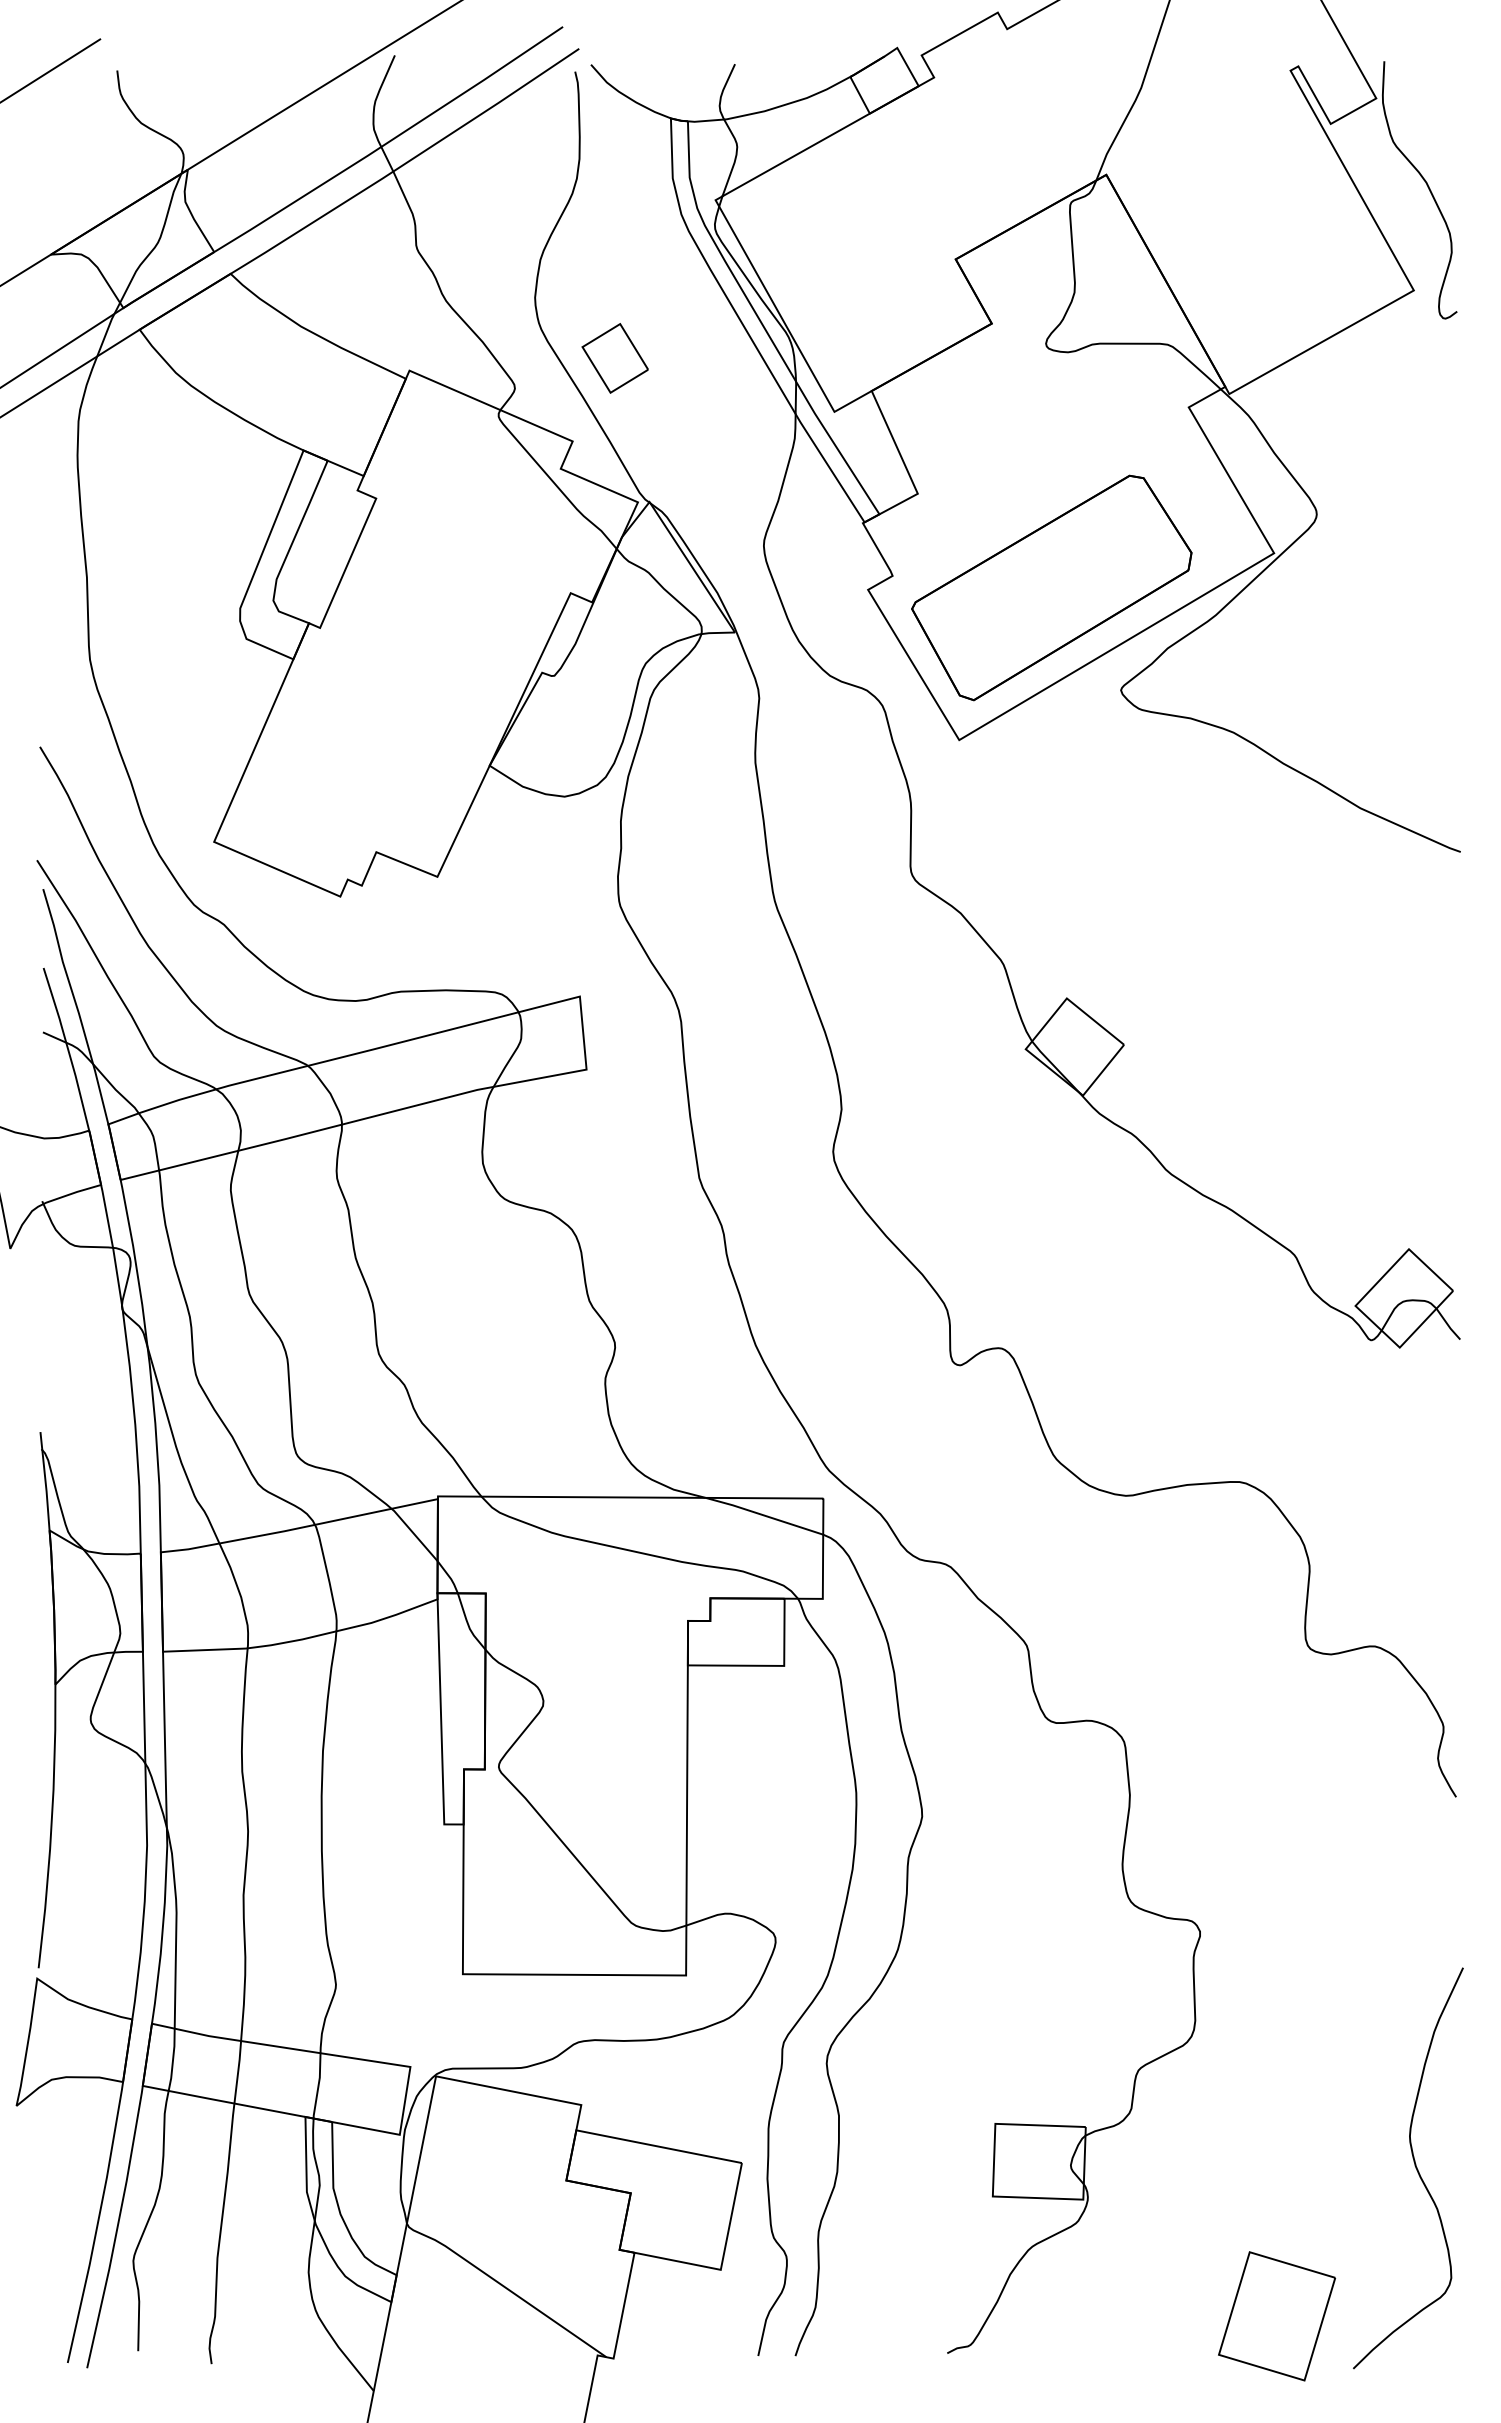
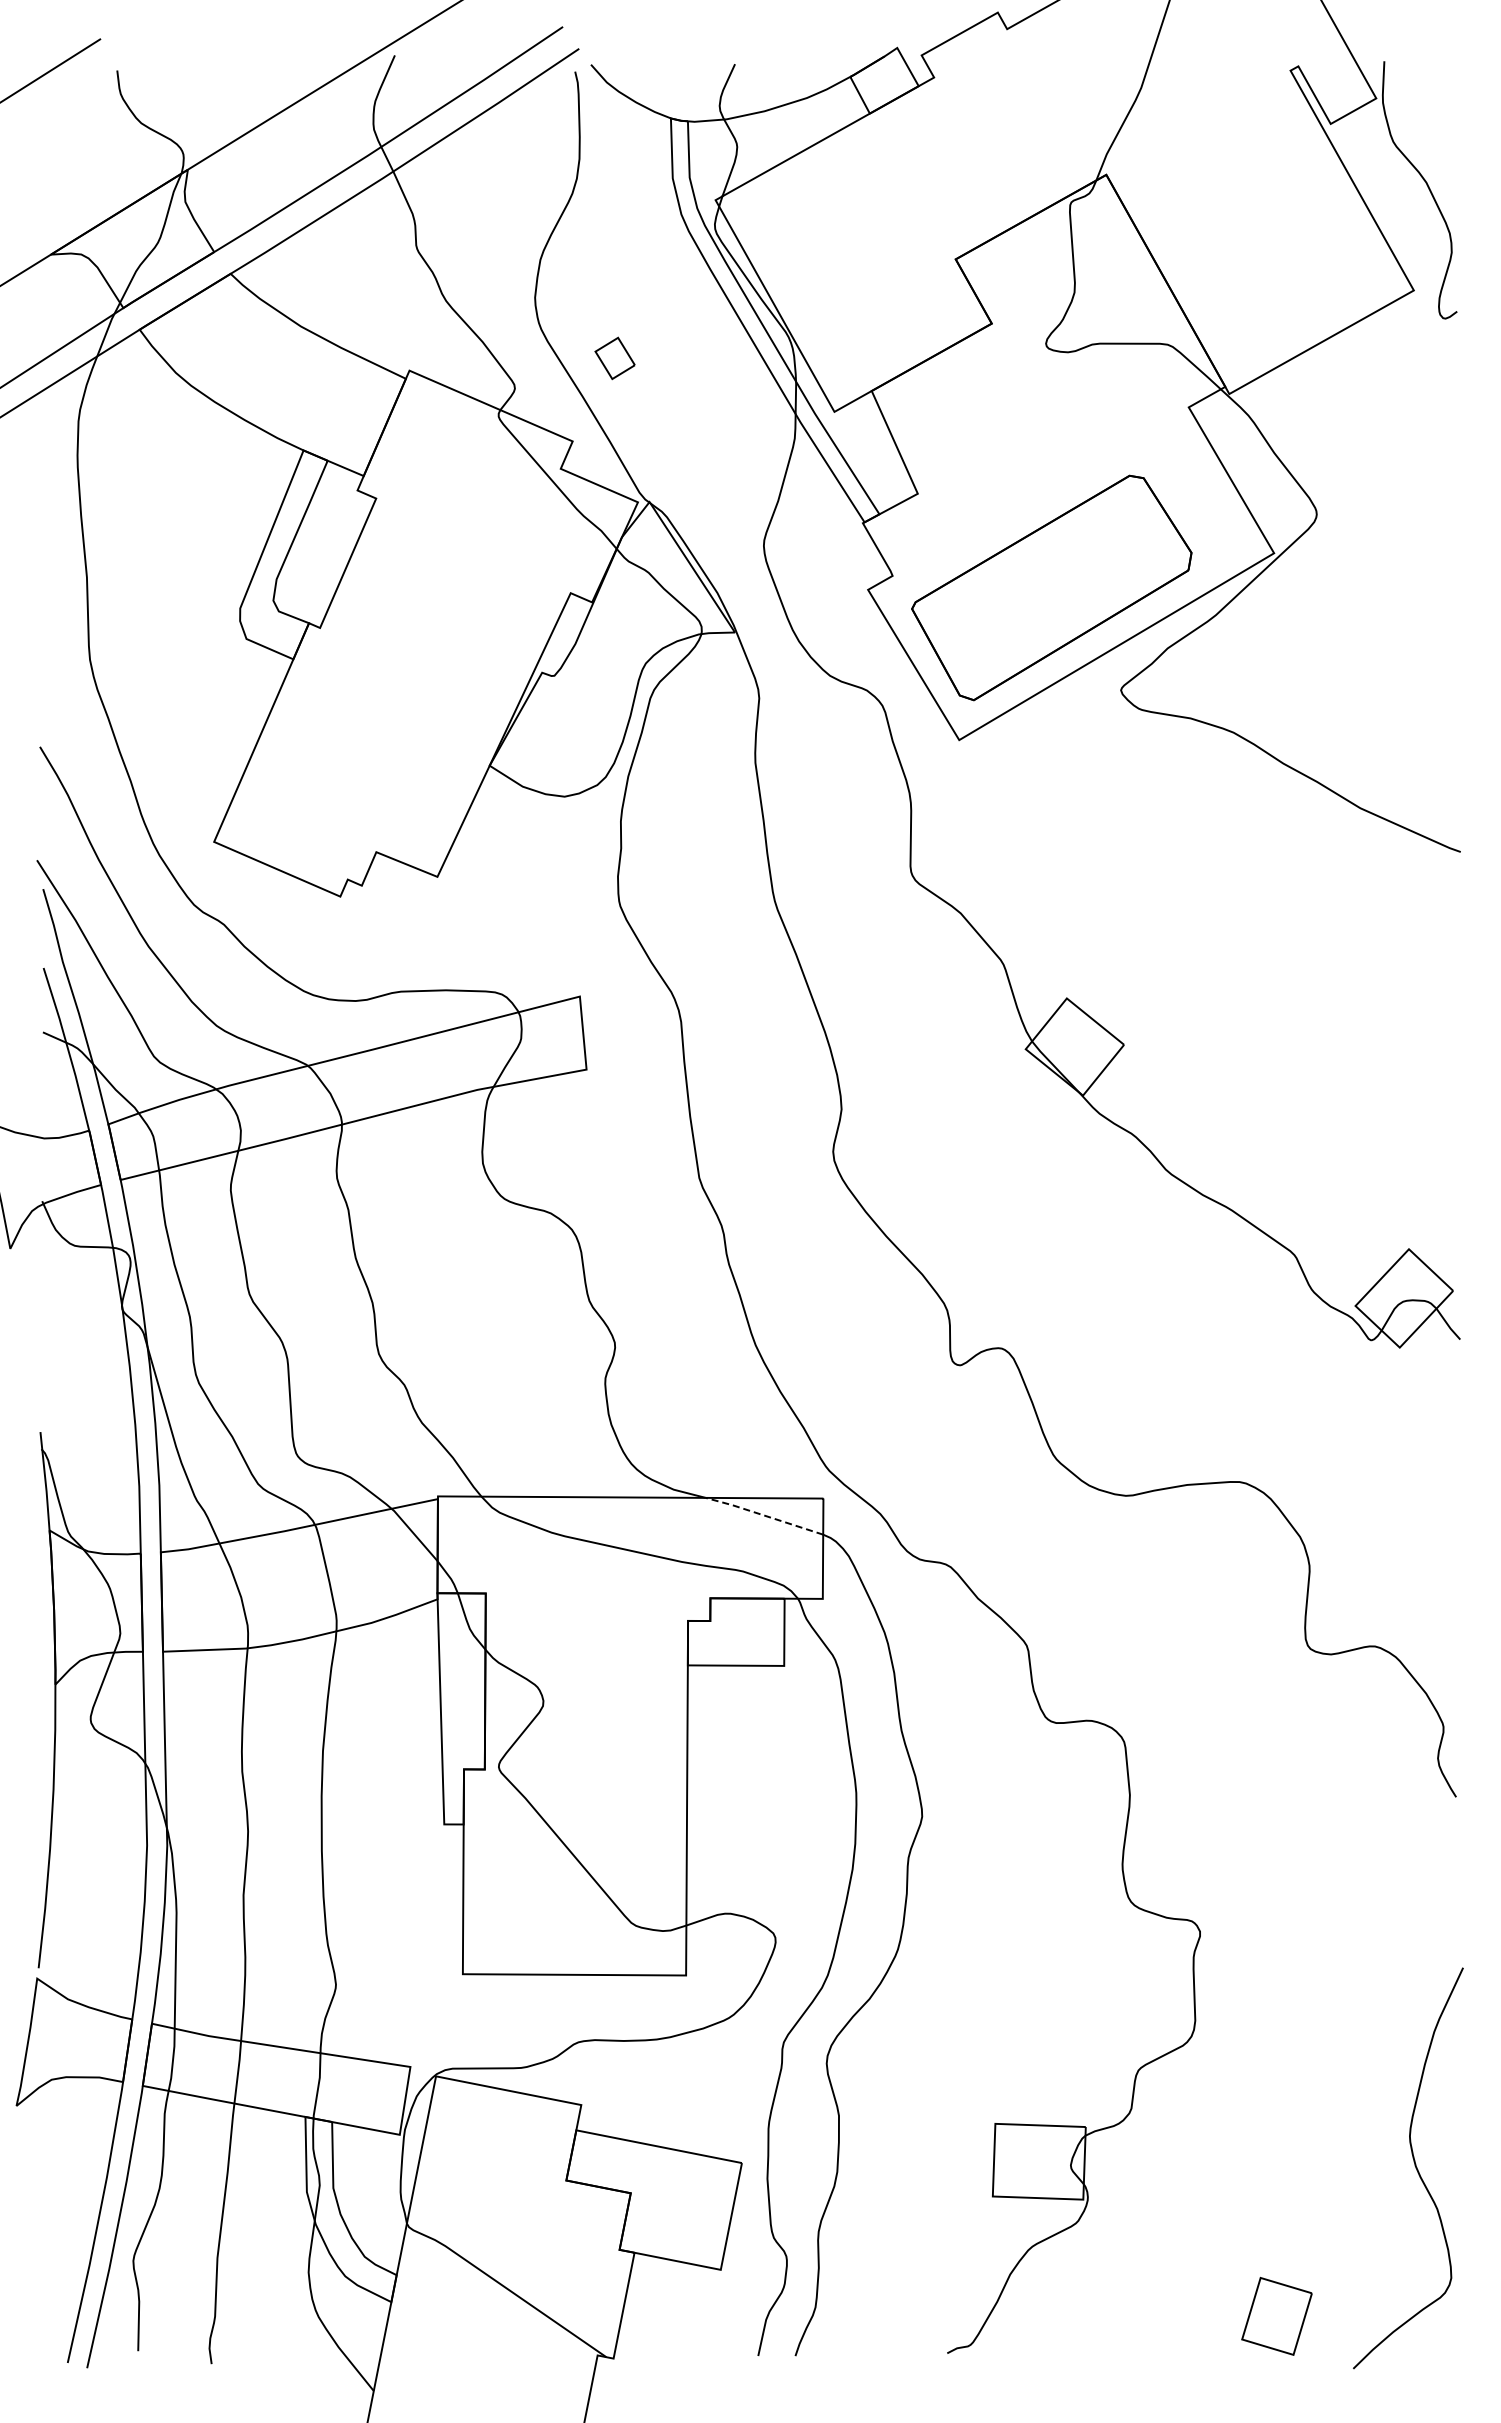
part at (614, 358) size: 68x71 px -> 42x45 px
line at (763, 1515): solid -> dashed
part at (1276, 2316) size: 118x131 px -> 72x79 px
